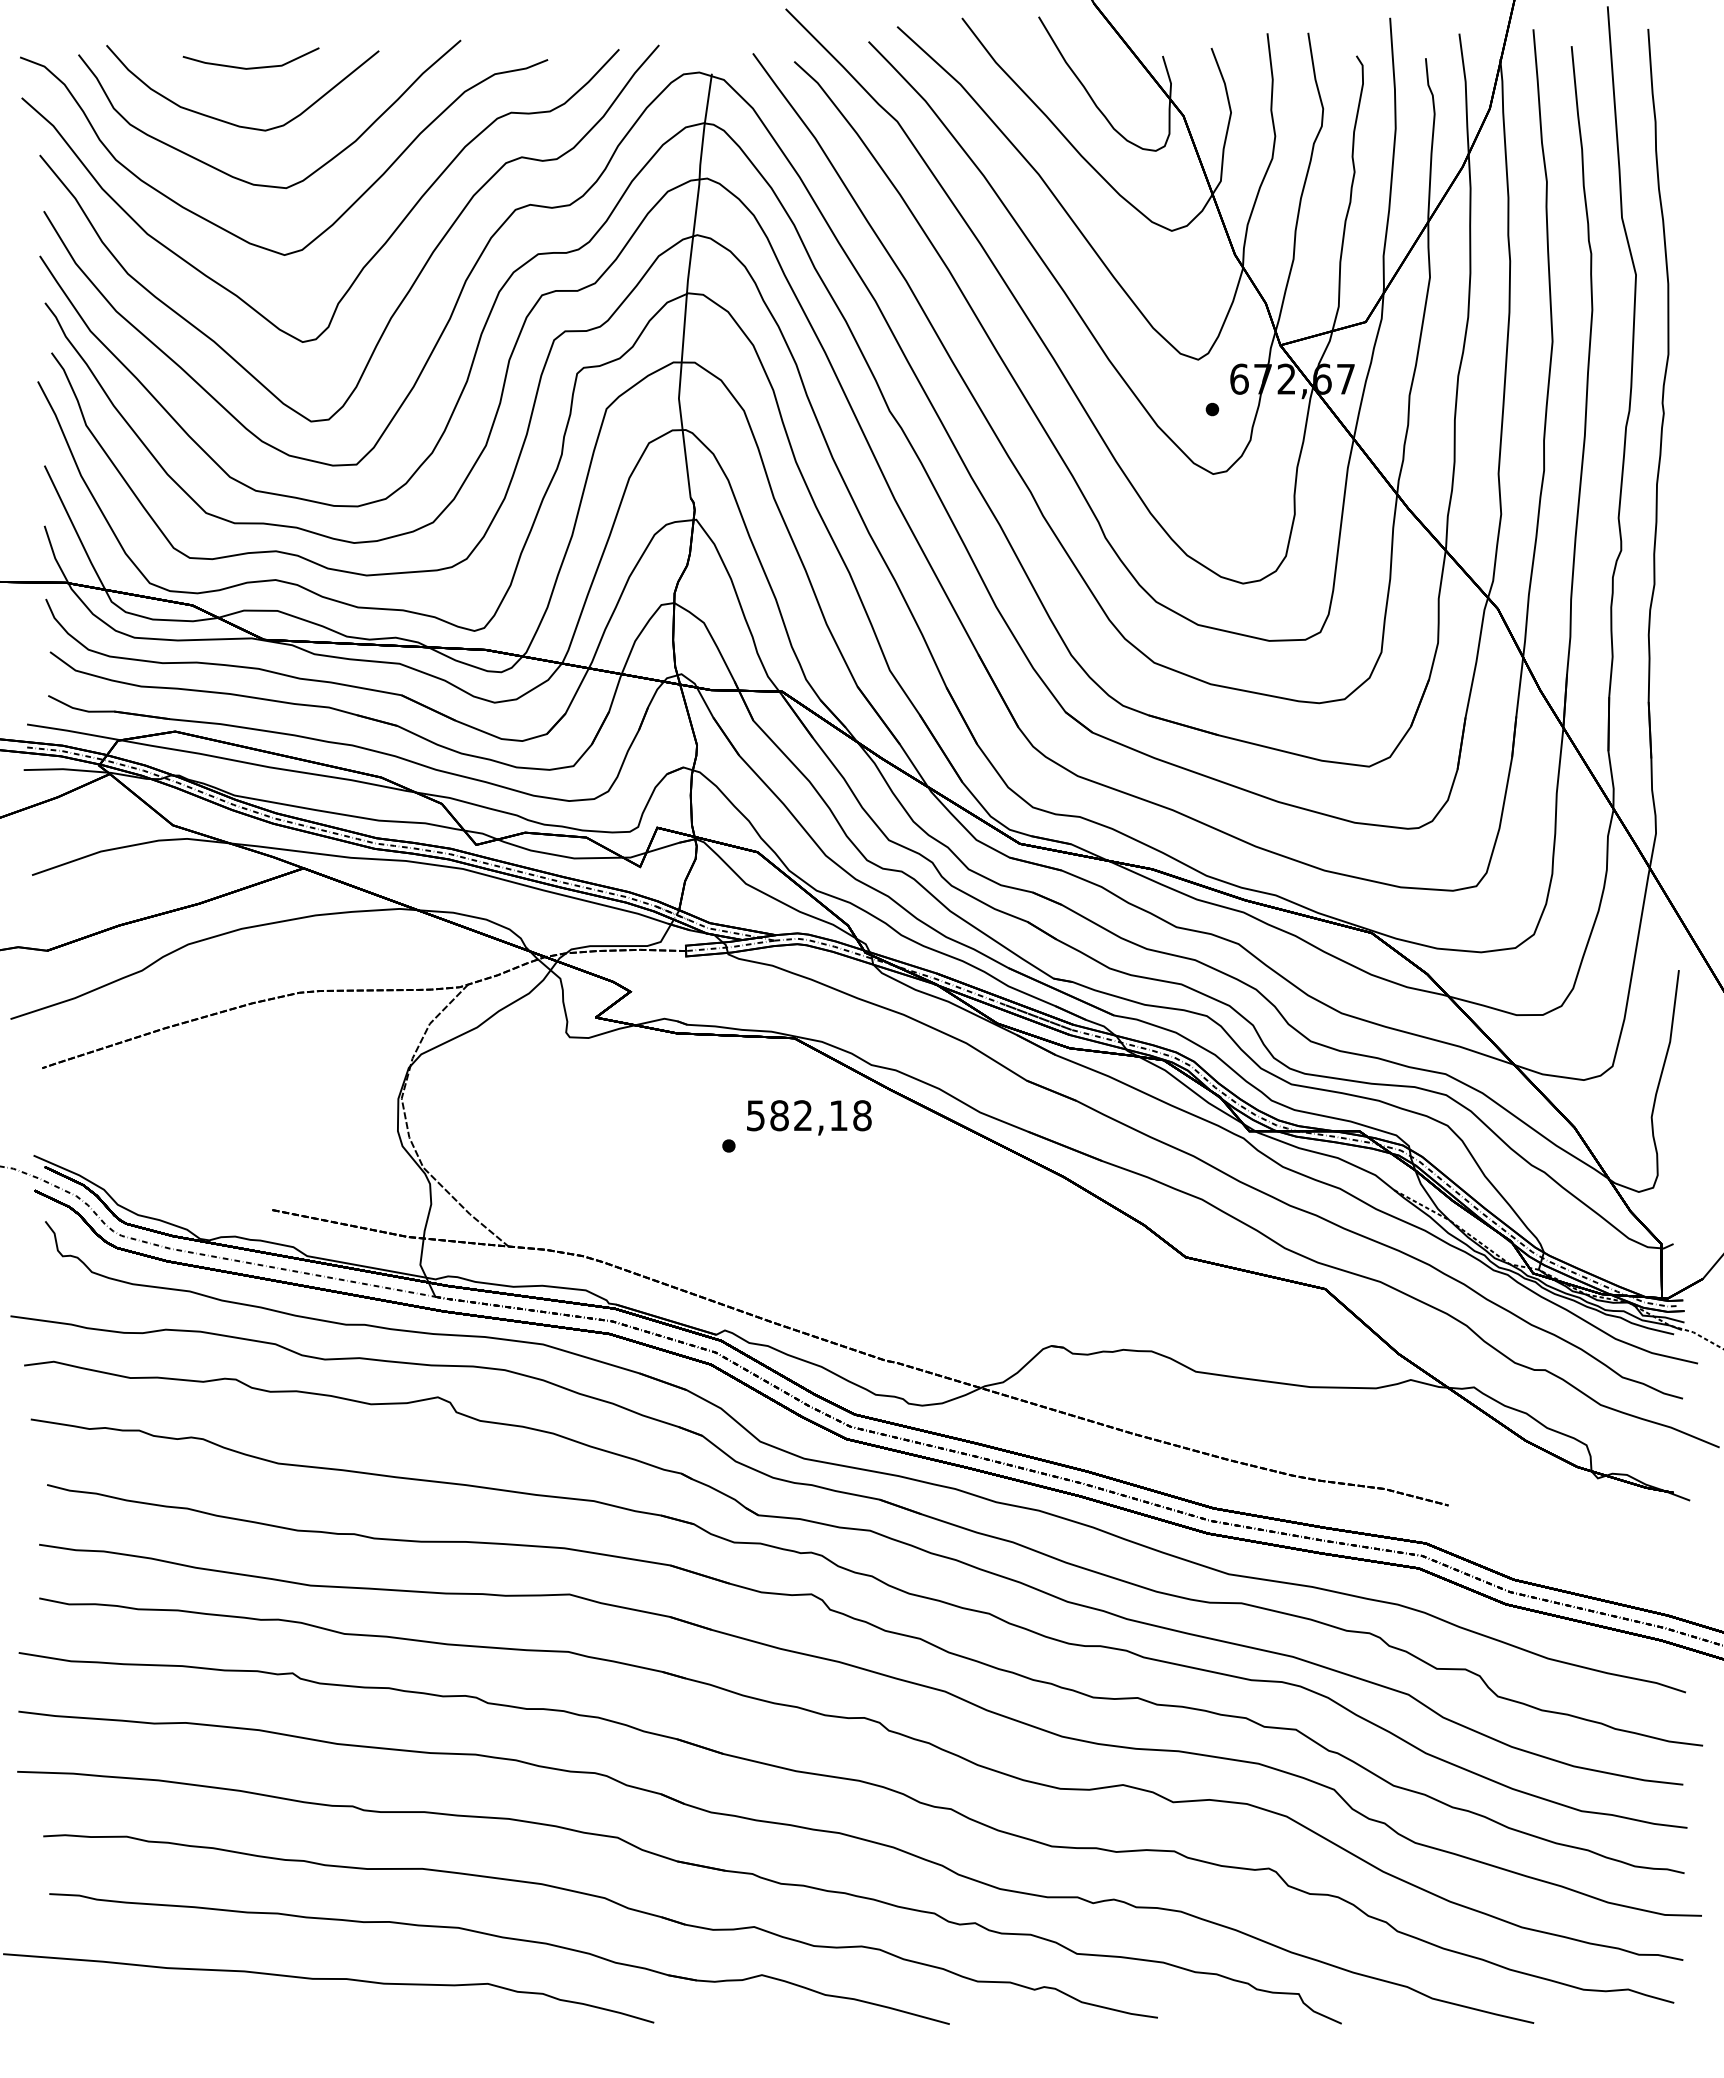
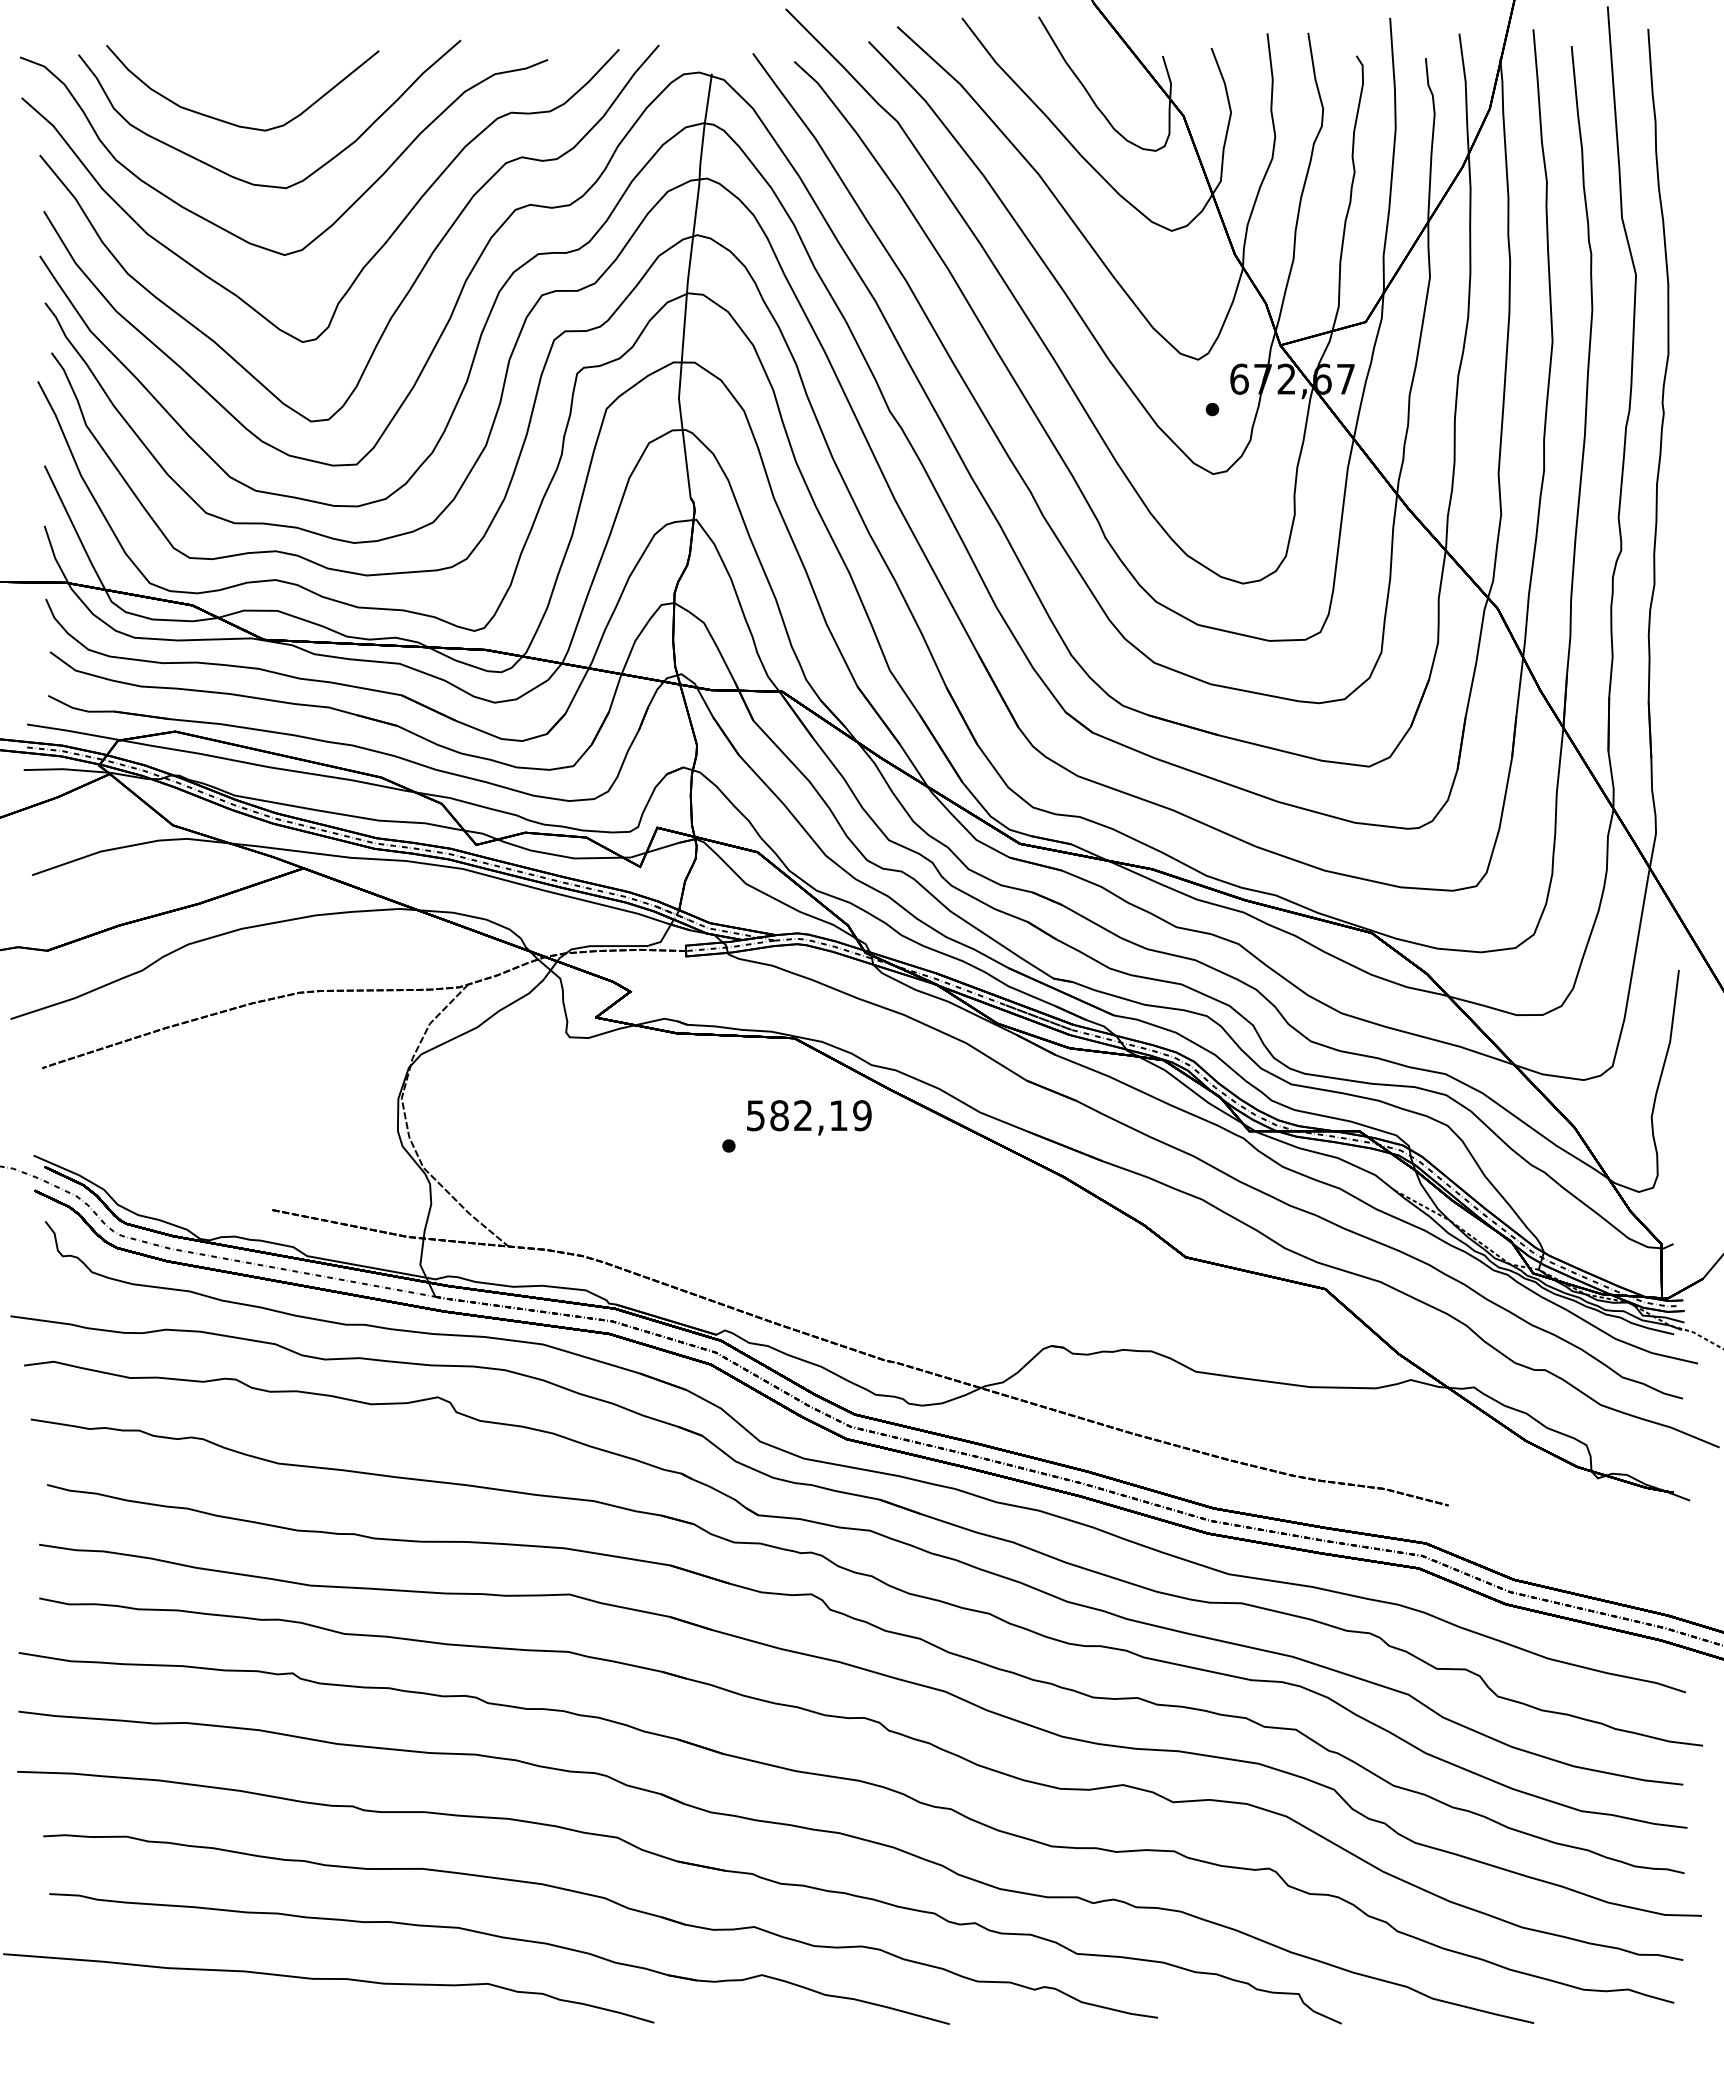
line at (250, 67): present -> none
text at (862, 1115): 582,18 -> 582,19
